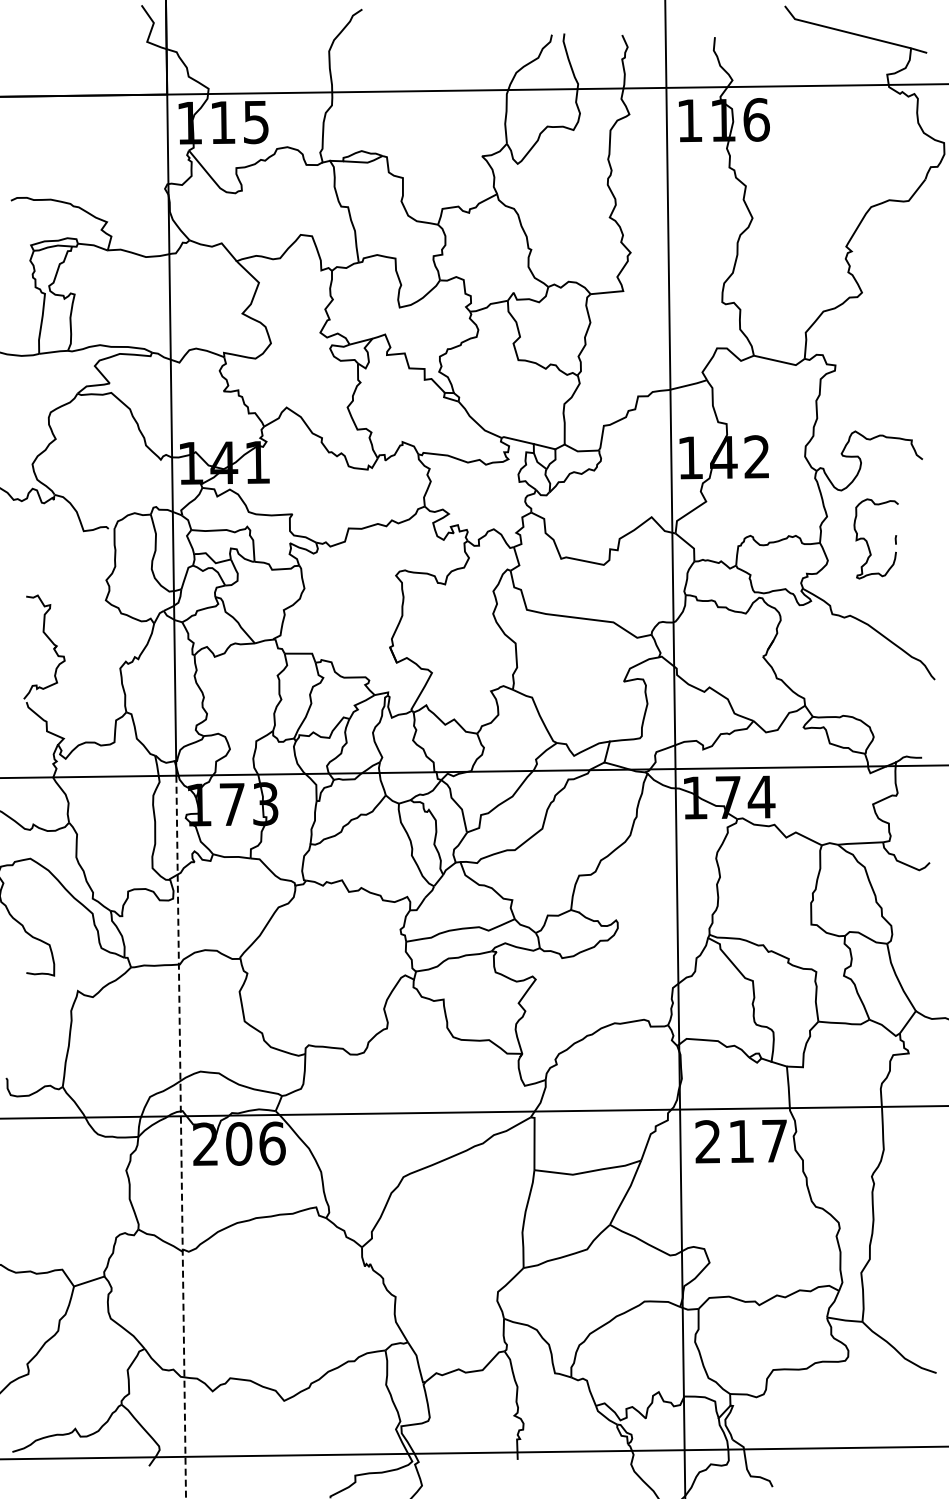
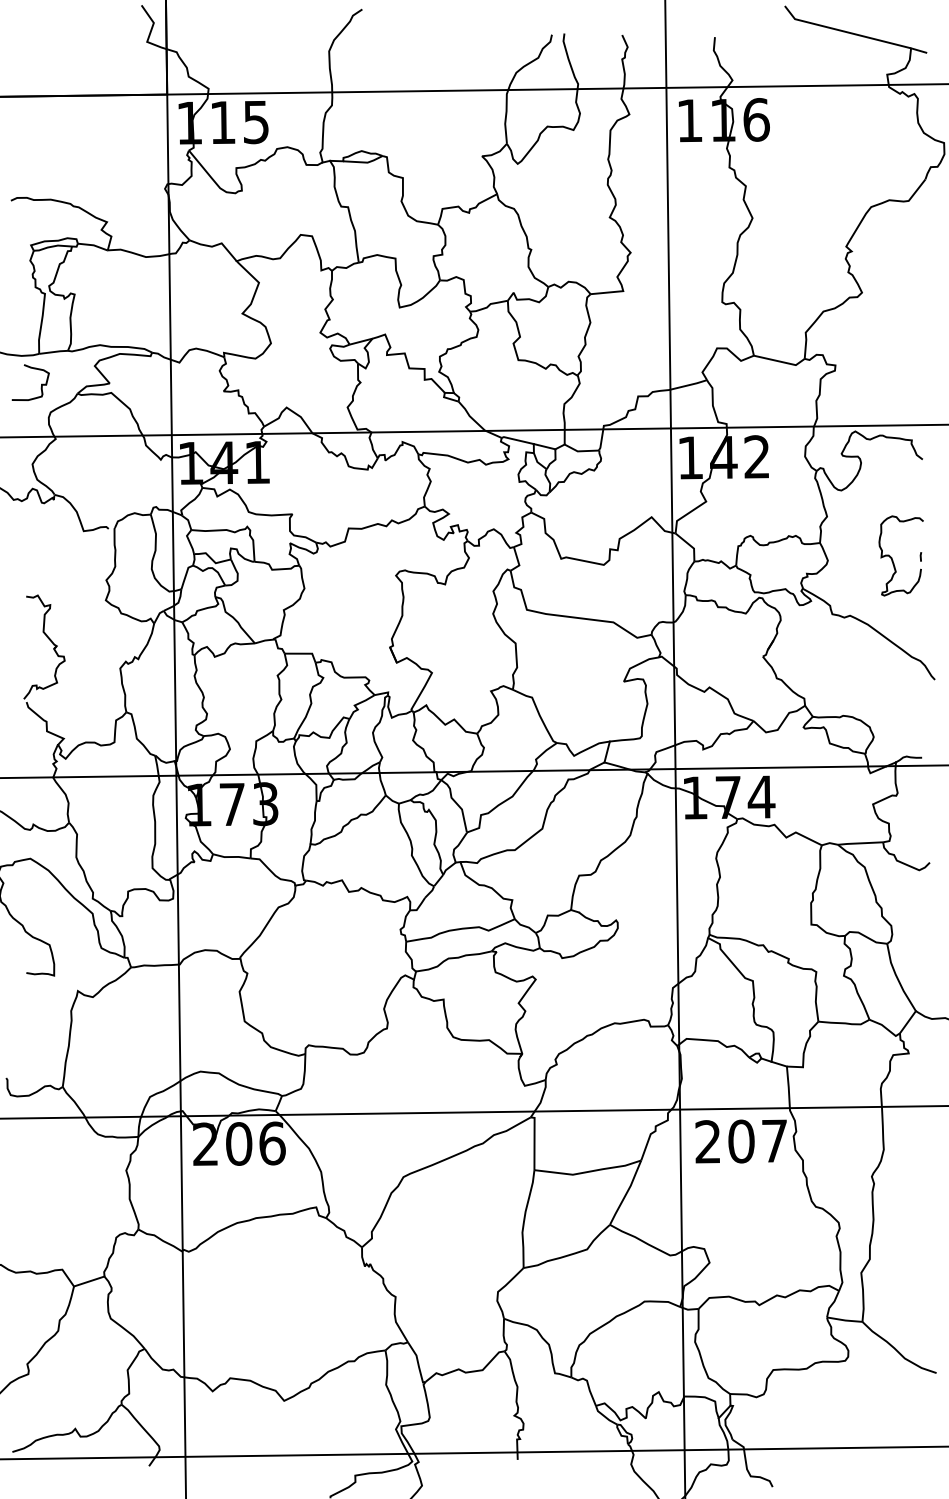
curve at (41, 383): none -> present
line at (473, 430): none -> present
part at (867, 540) position: (867, 540) -> (892, 557)
line at (181, 1137): dashed -> solid
text at (741, 1141): 217 -> 207
